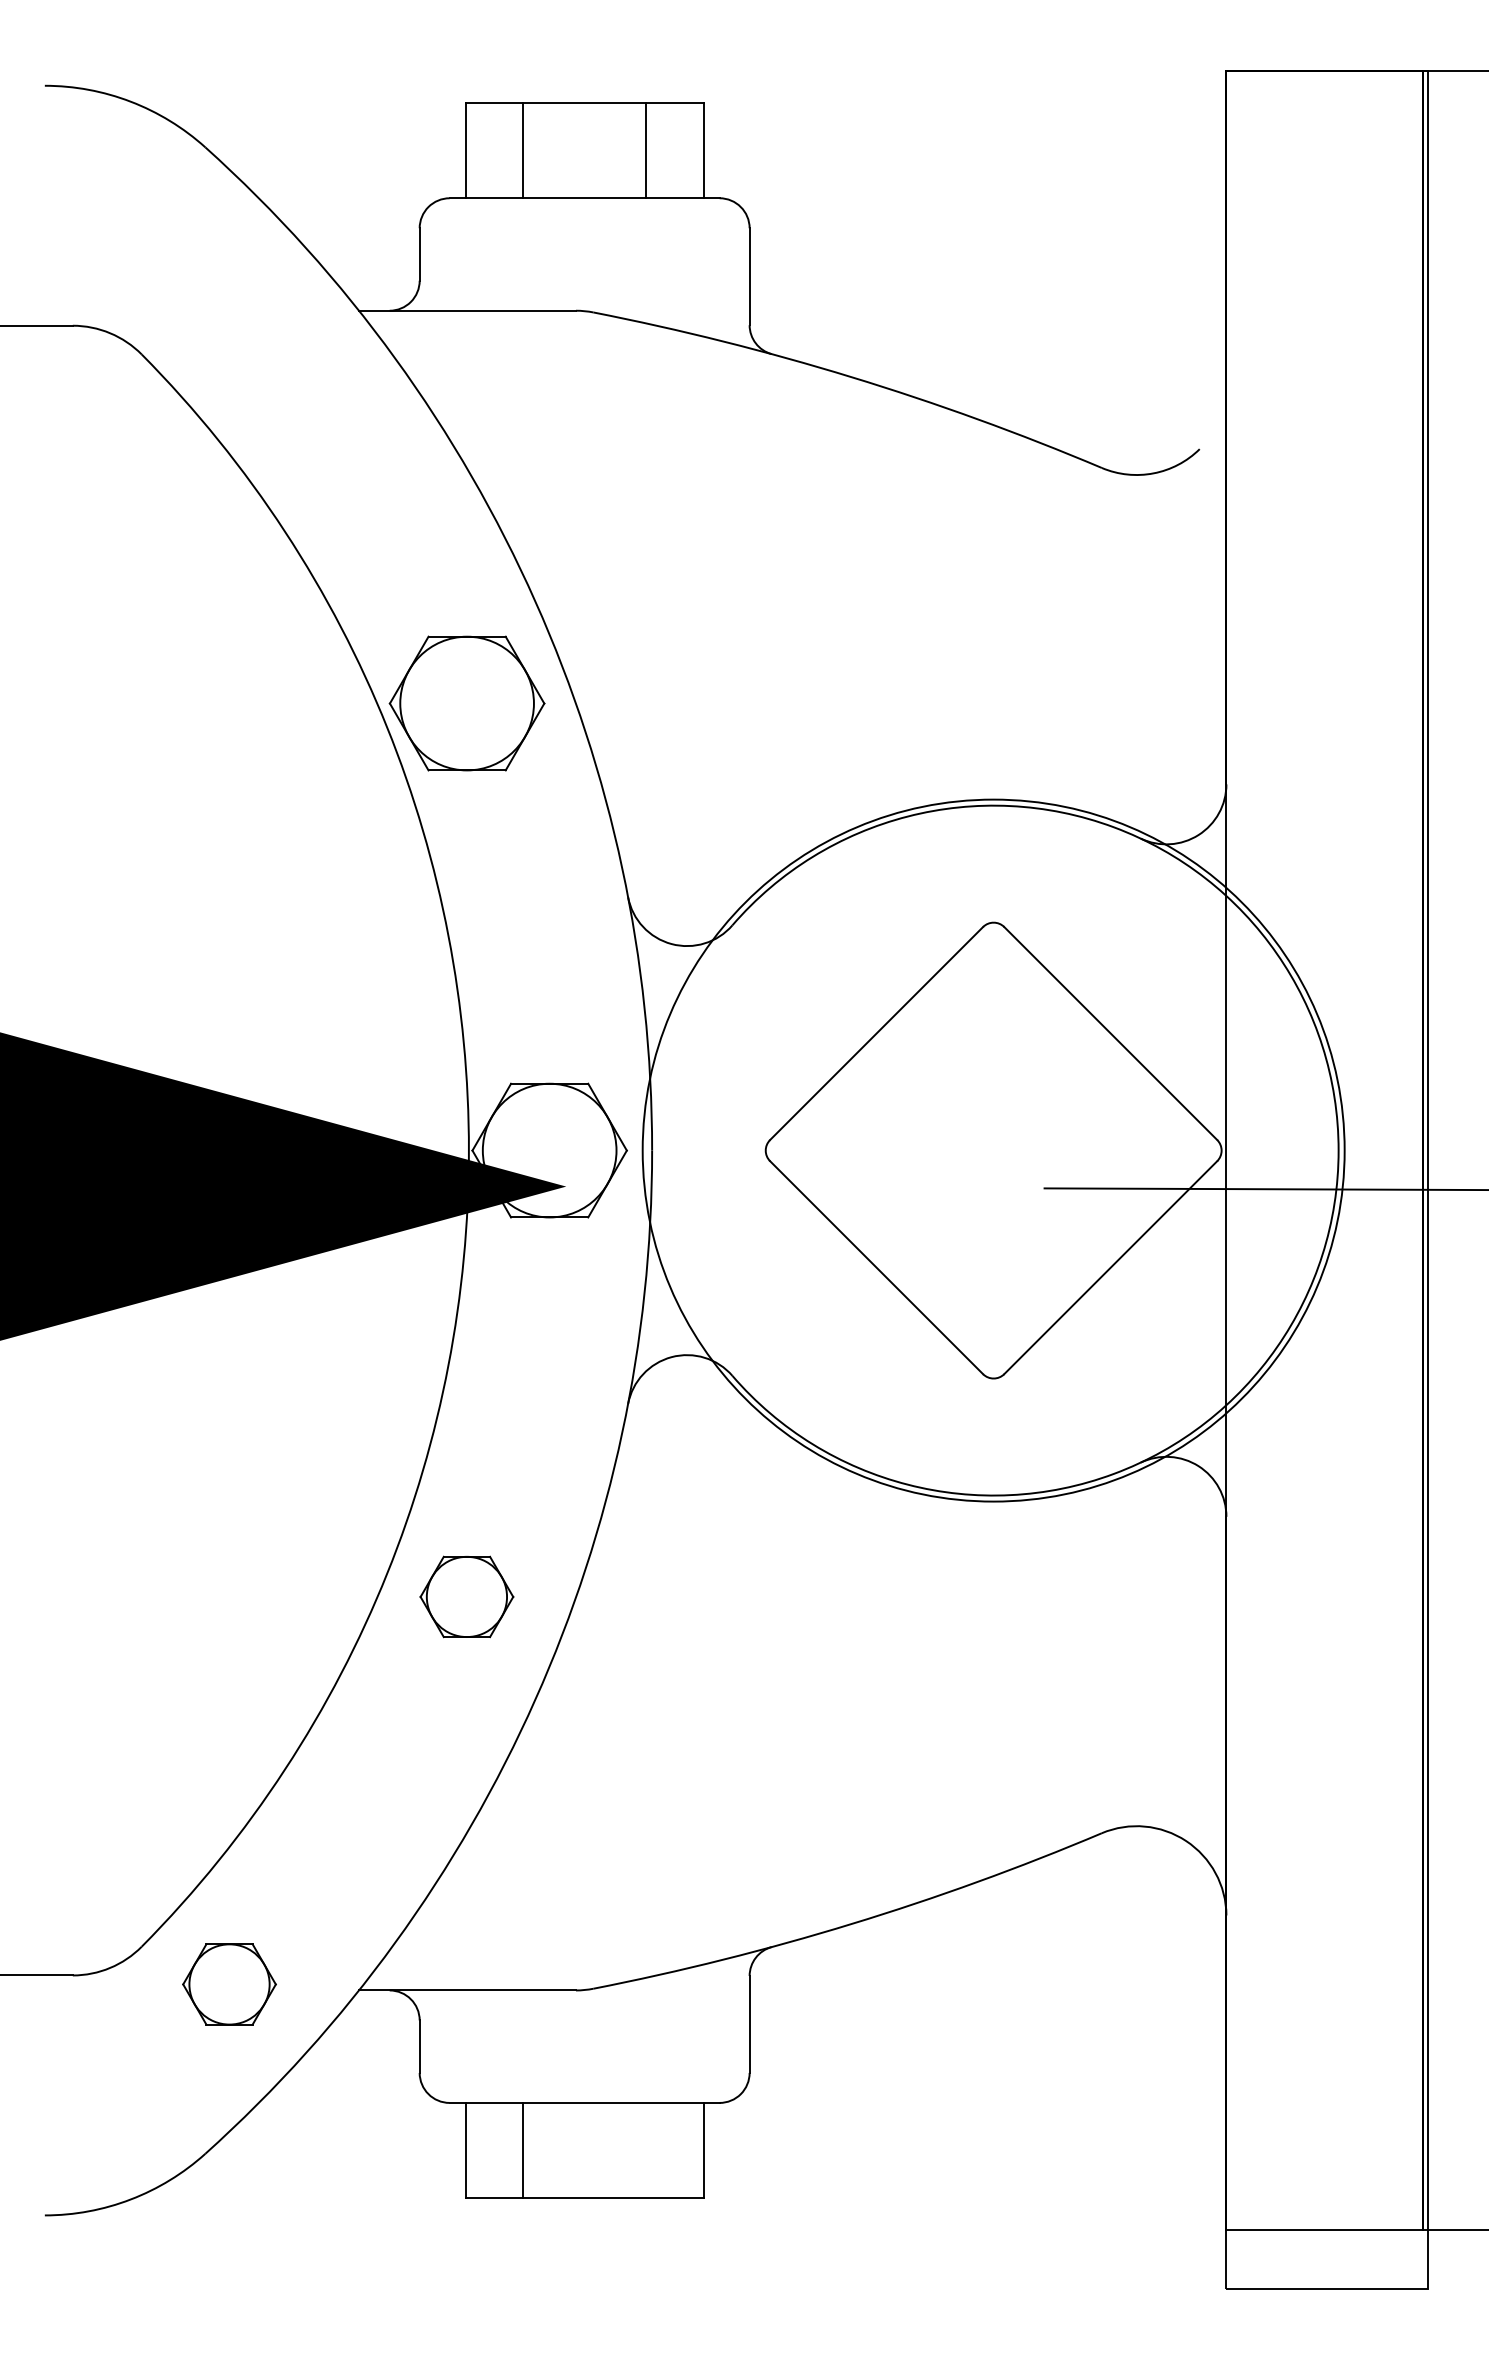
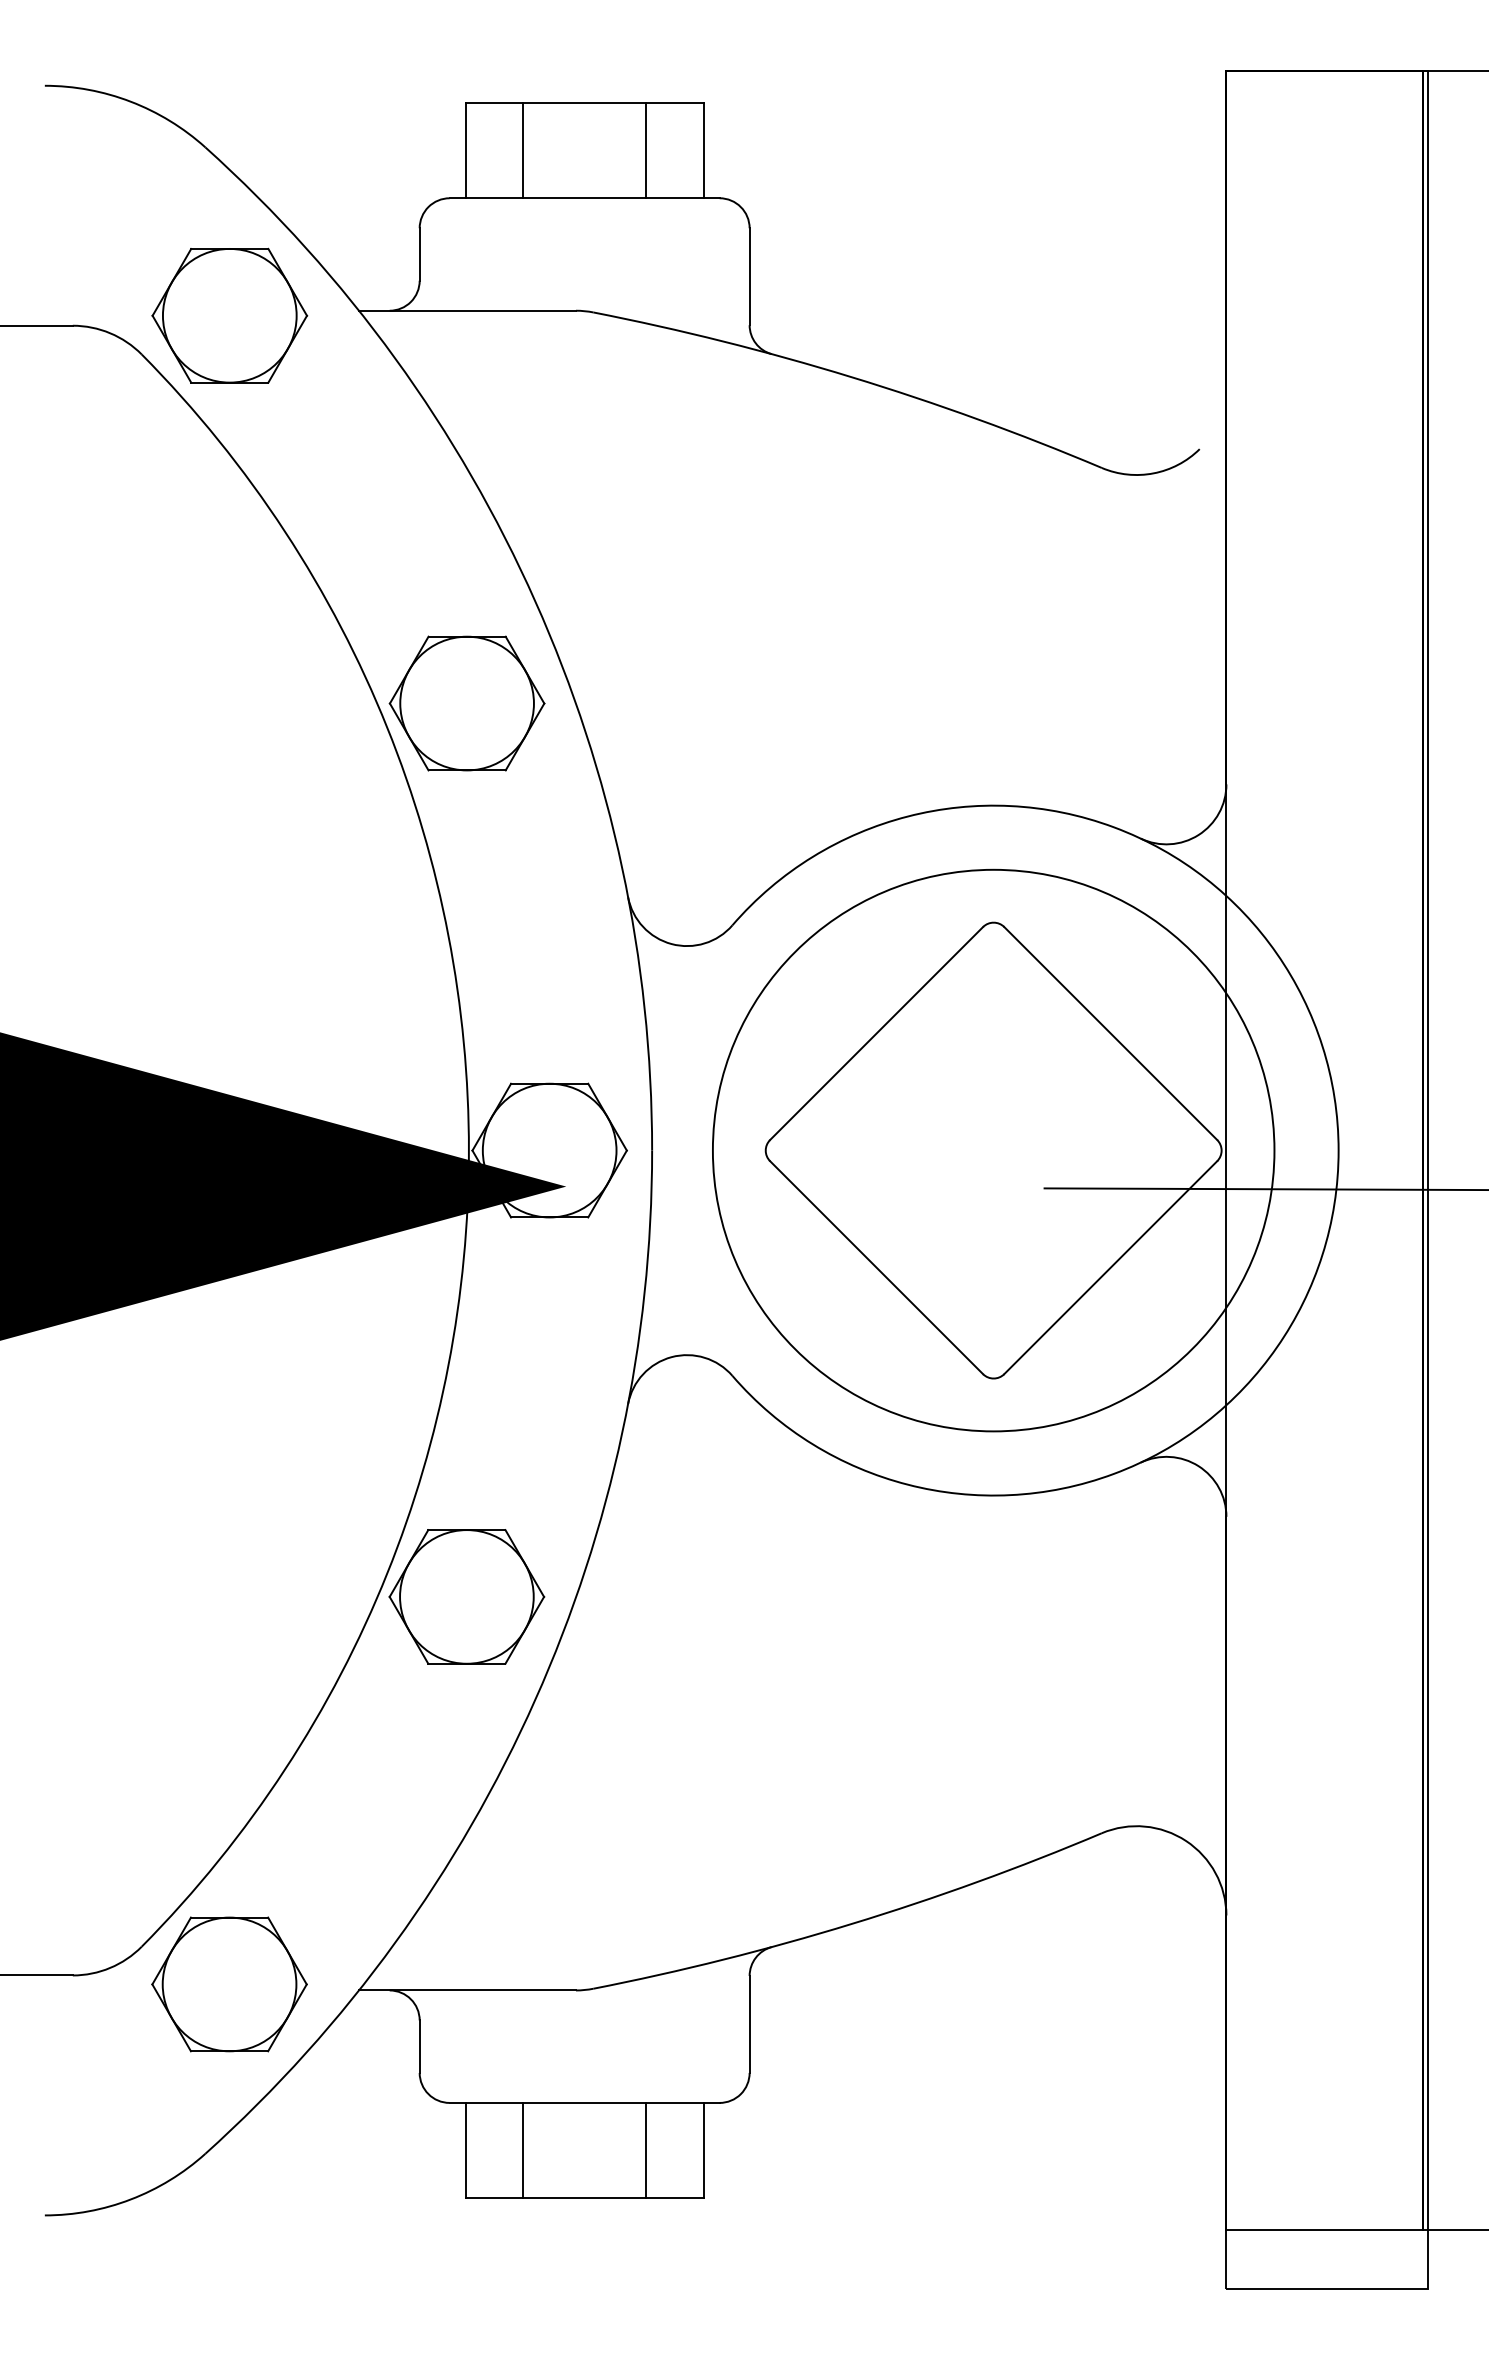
part at (229, 315): none -> present
circle at (993, 1150) diameter: 702 px -> 562 px
part at (466, 1596) size: 96x84 px -> 158x136 px
part at (229, 1984) size: 95x83 px -> 157x137 px
line at (645, 2150): none -> present
